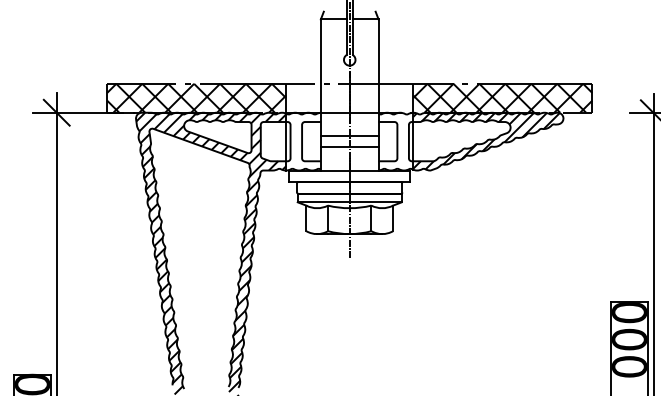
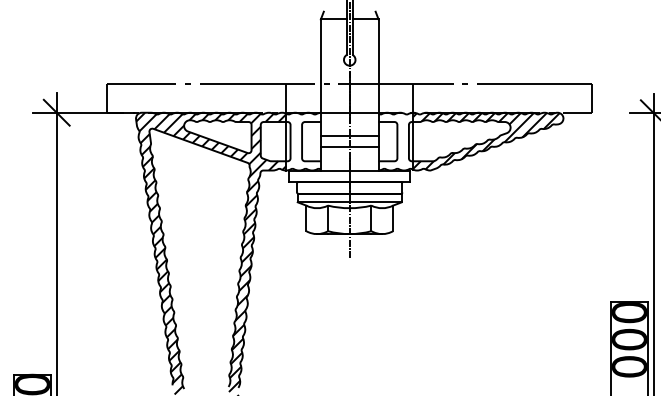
hatch at (196, 97): present -> none
hatch at (502, 97): present -> none
